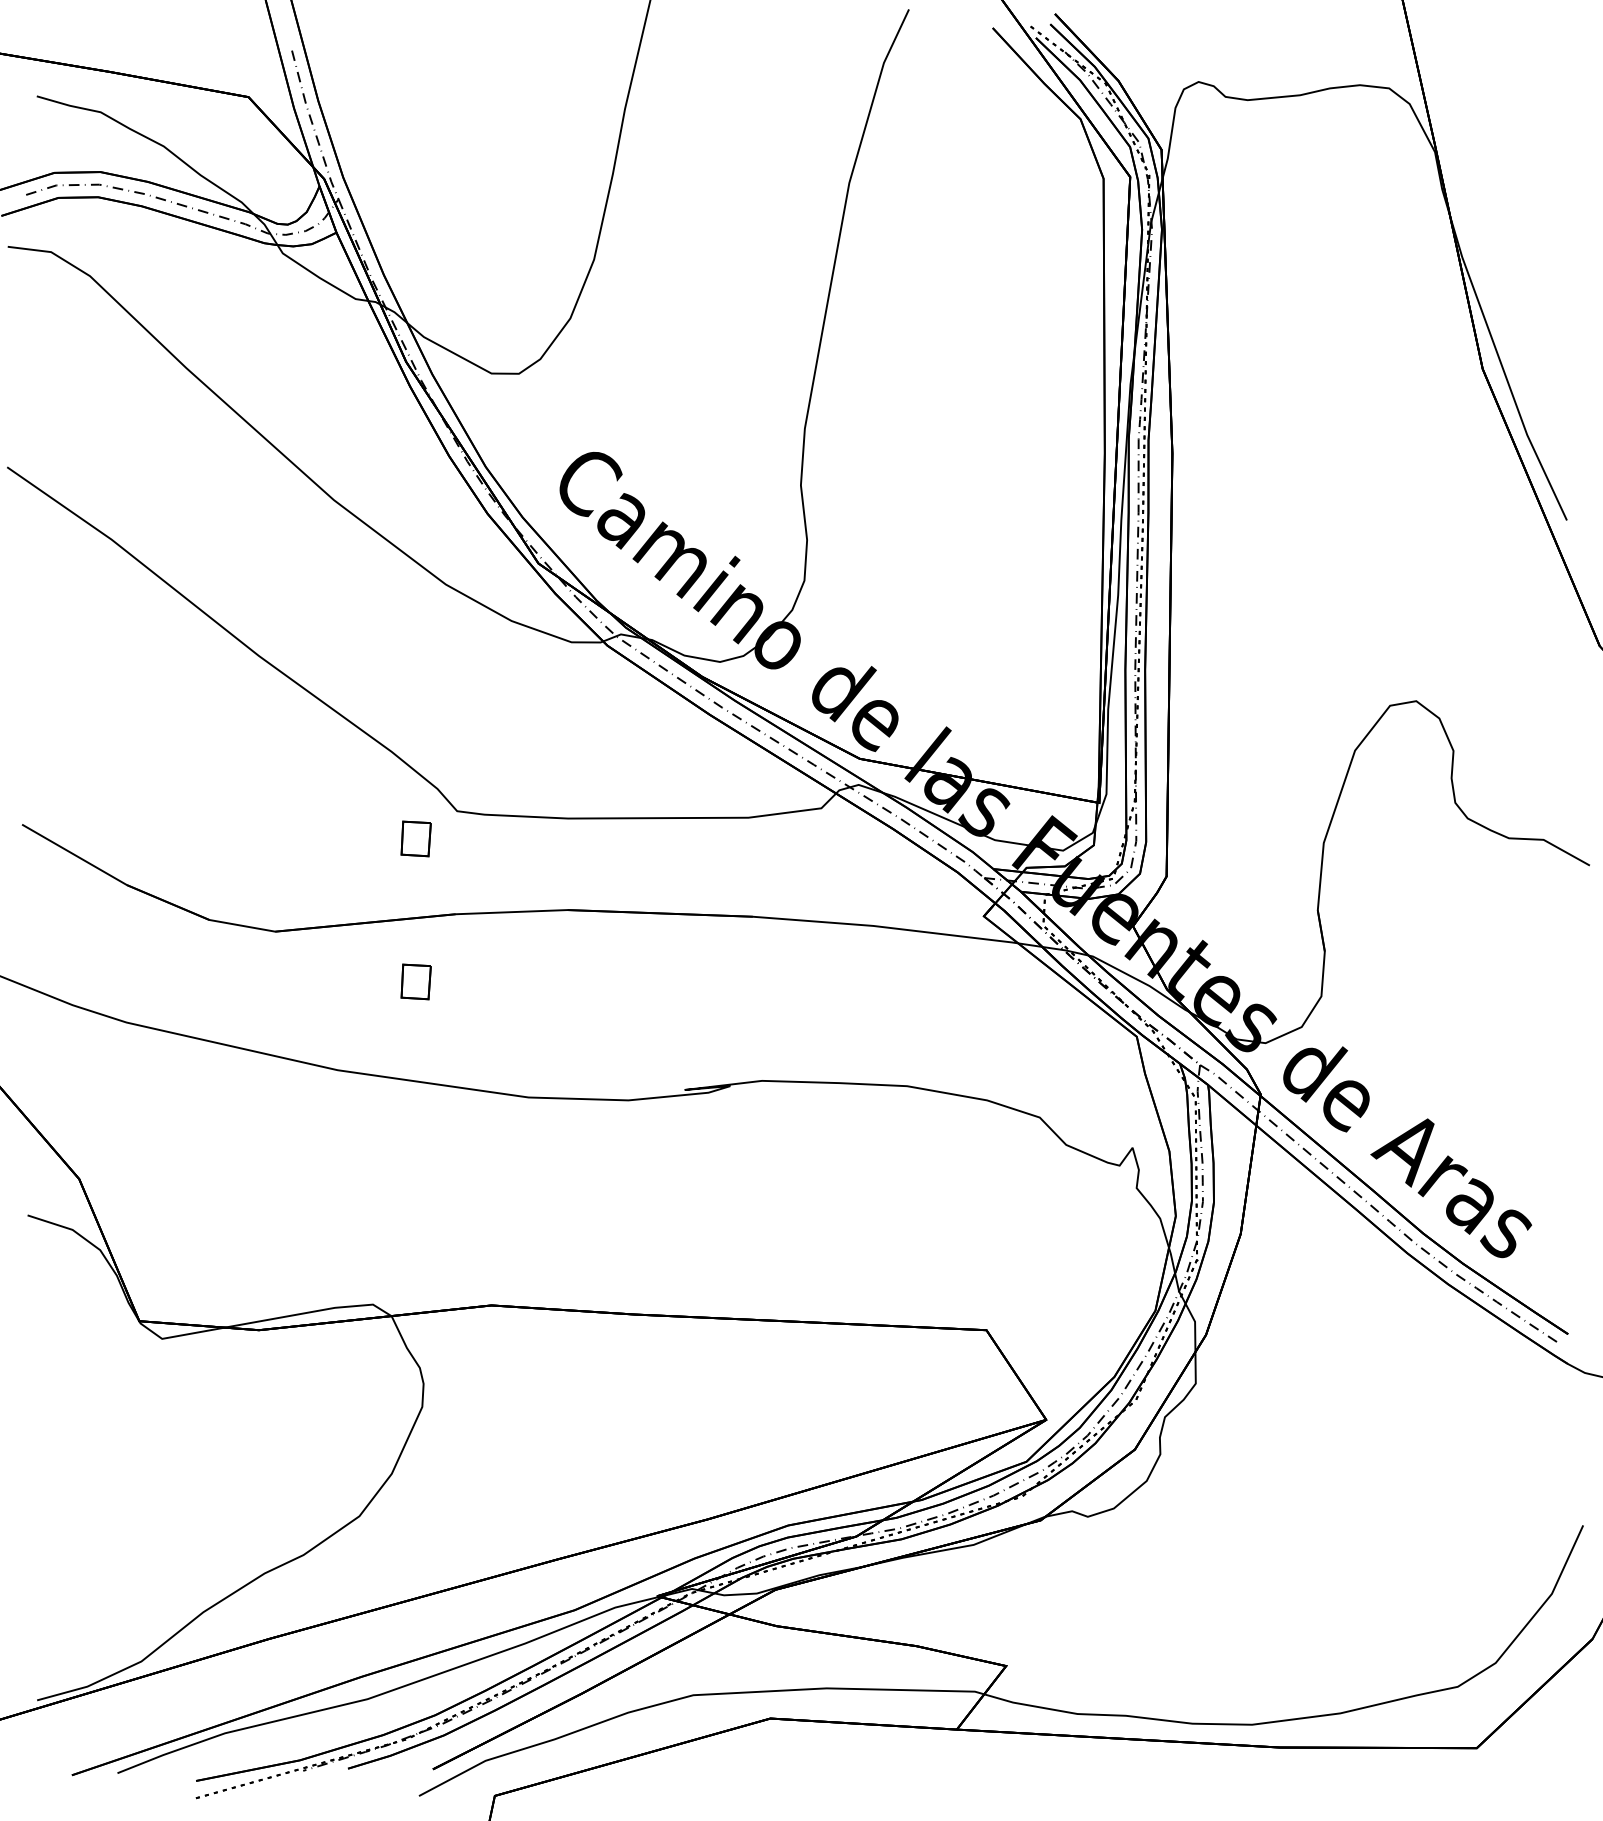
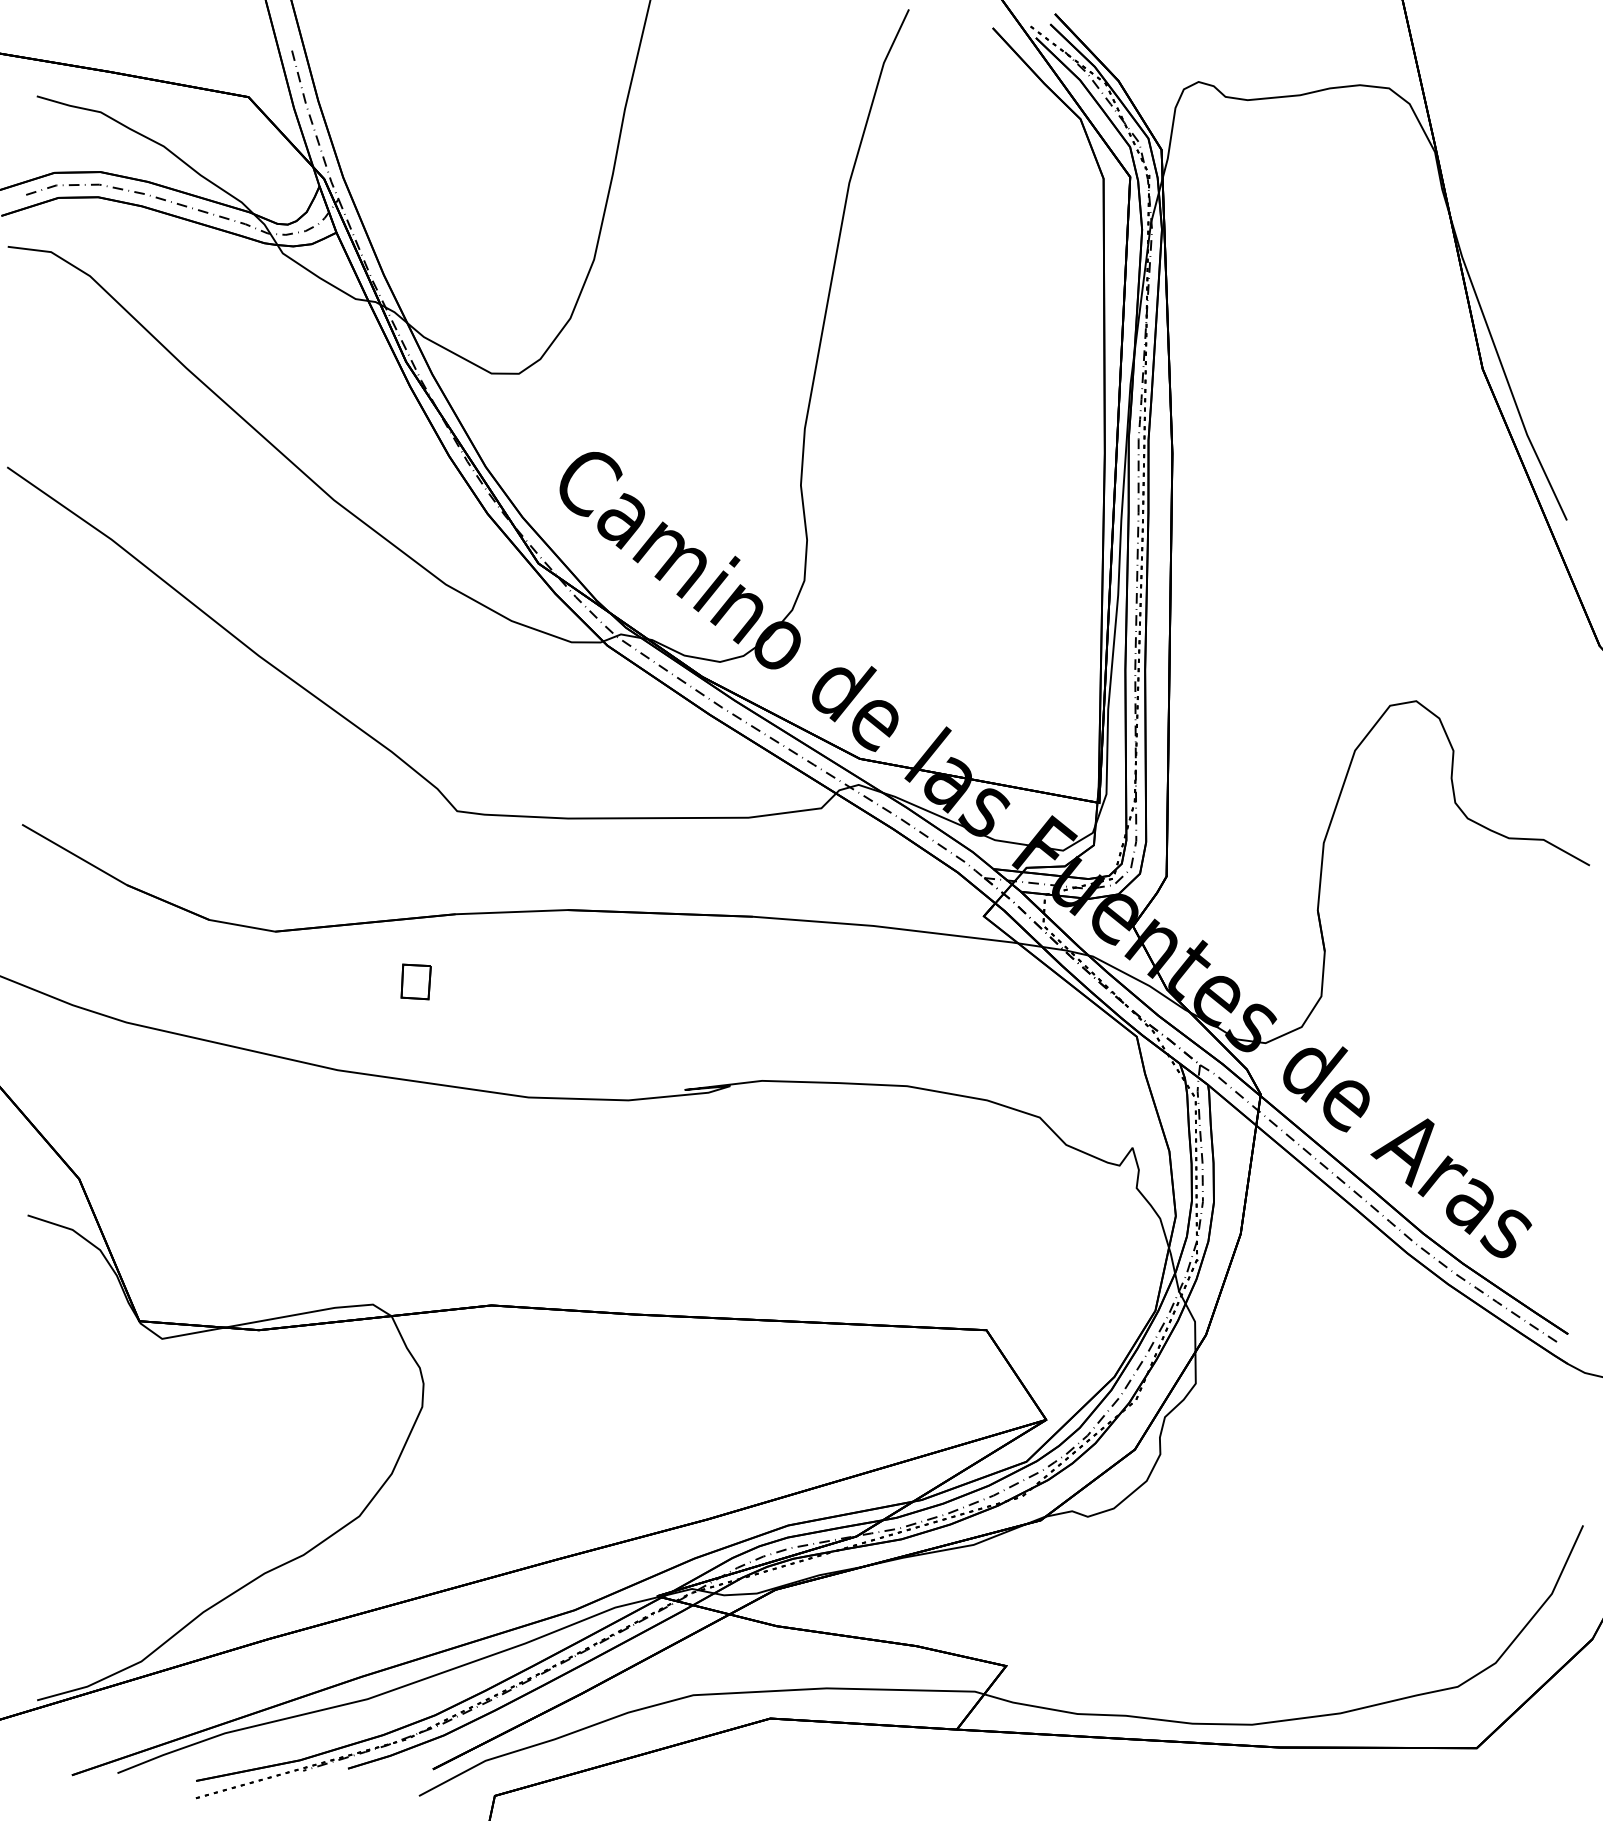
part at (415, 838): present -> none
